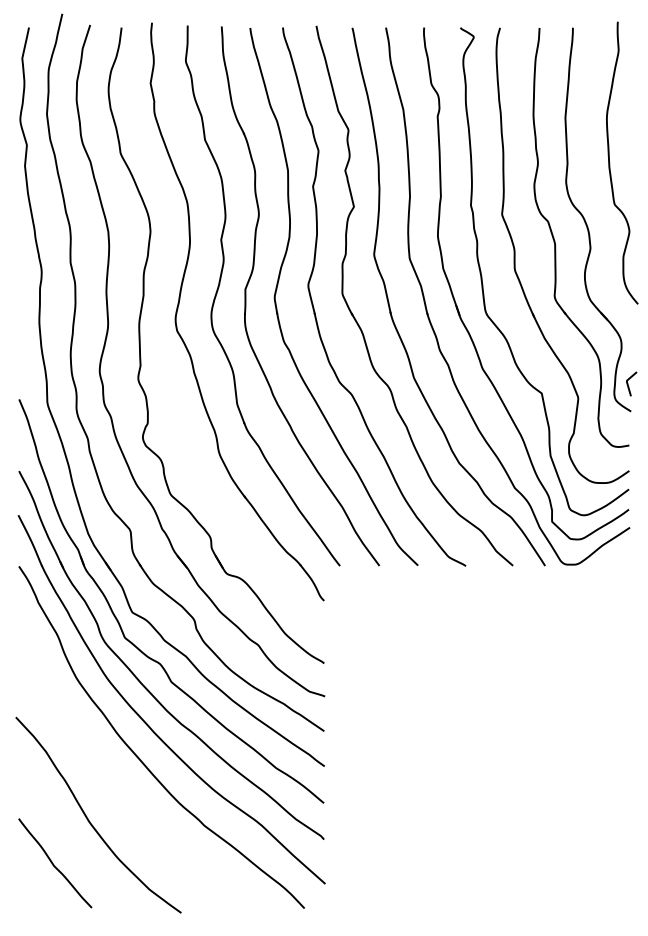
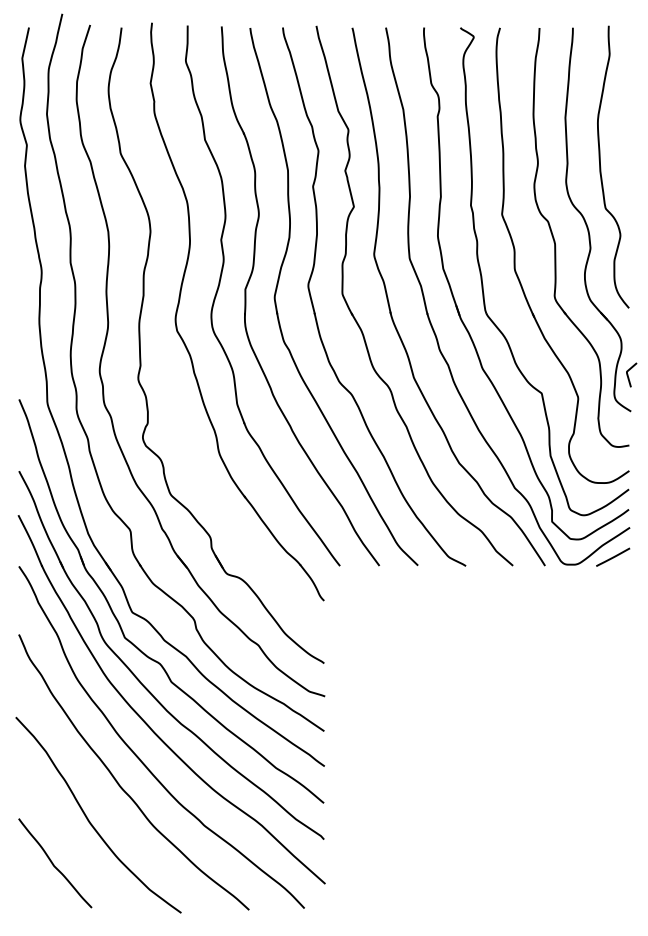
curve at (610, 163) position: (610, 163) -> (601, 167)
curve at (628, 383) position: (628, 383) -> (628, 374)
line at (613, 556): none -> present
curve at (119, 783): none -> present
